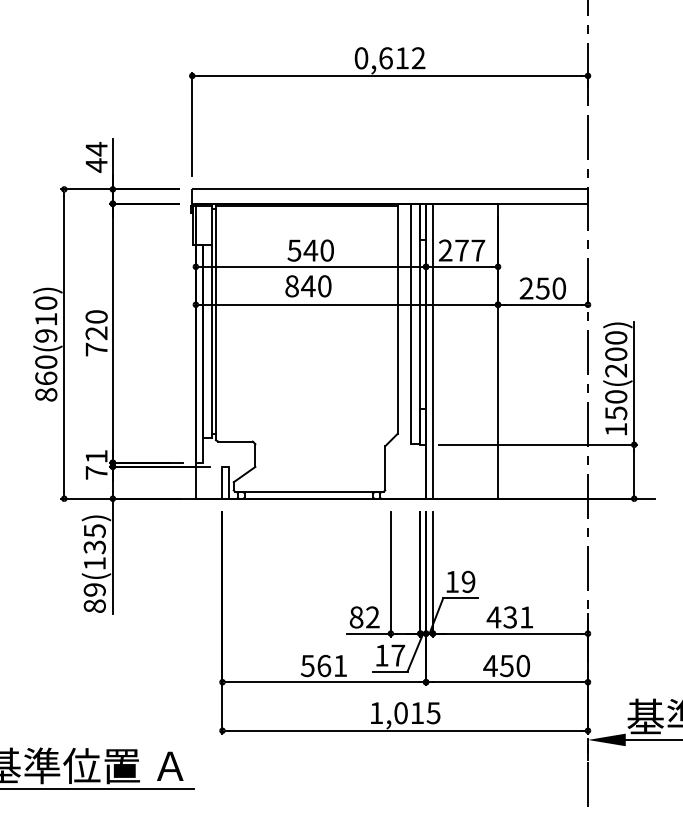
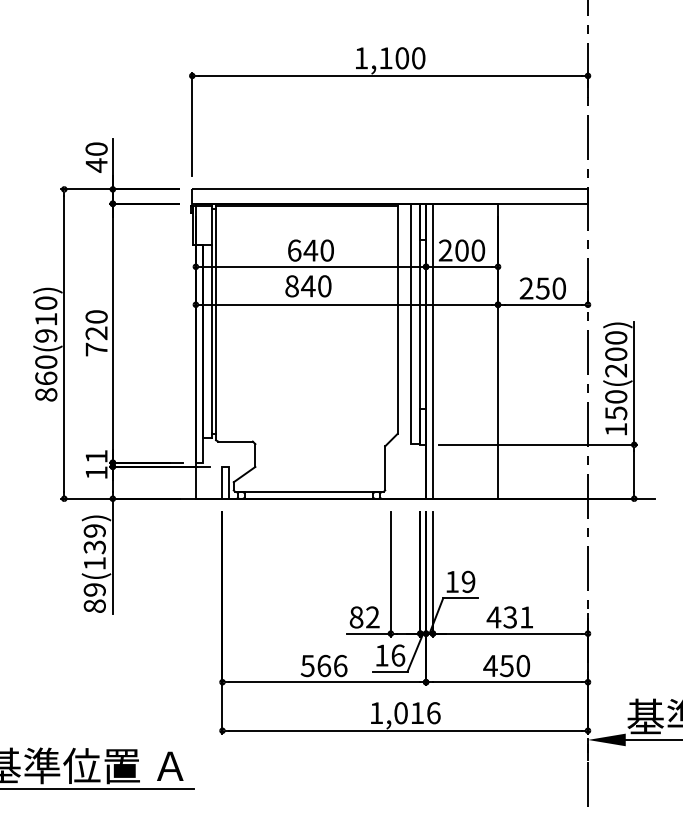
text at (389, 58): 0,612 -> 1,100
text at (96, 148): 44 -> 40
text at (294, 250): 540 -> 640
text at (470, 250): 277 -> 200
text at (96, 472): 71 -> 11
text at (94, 530): 89(135) -> 89(139)
text at (398, 655): 17 -> 16
text at (340, 665): 561 -> 566
text at (433, 713): 1,015 -> 1,016
